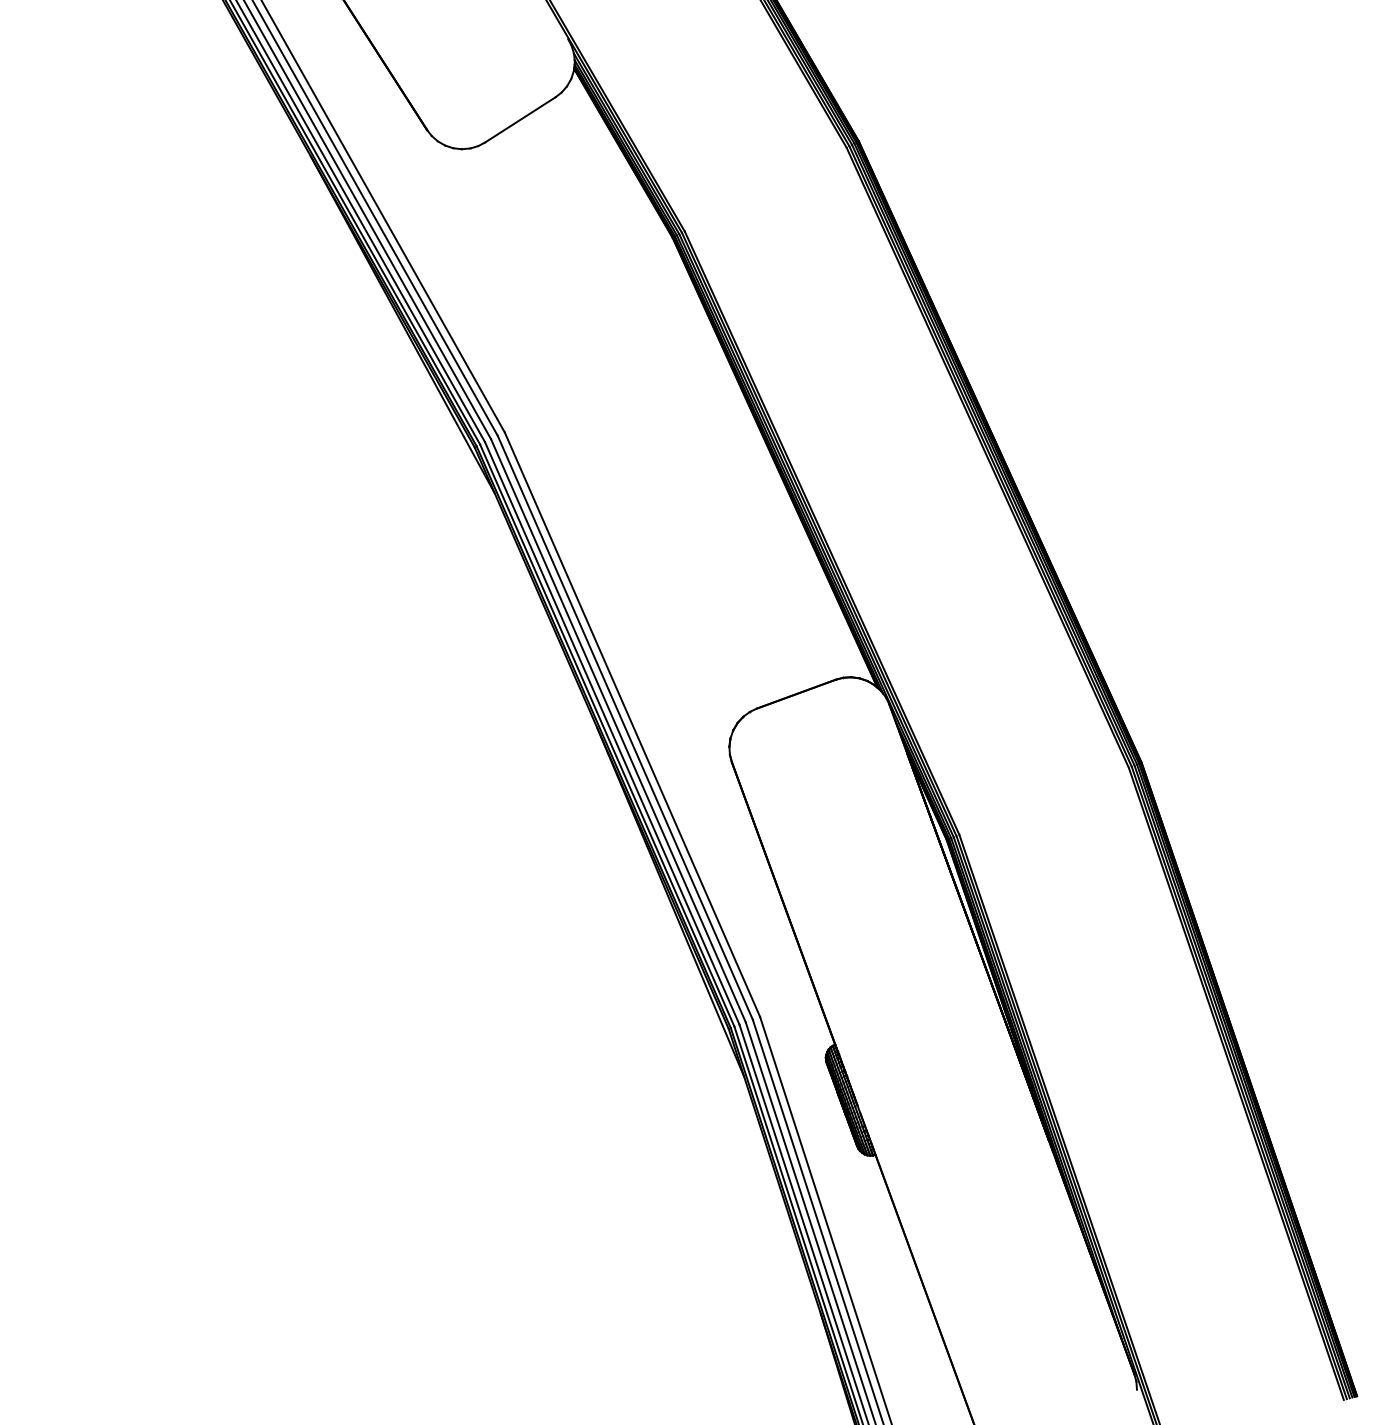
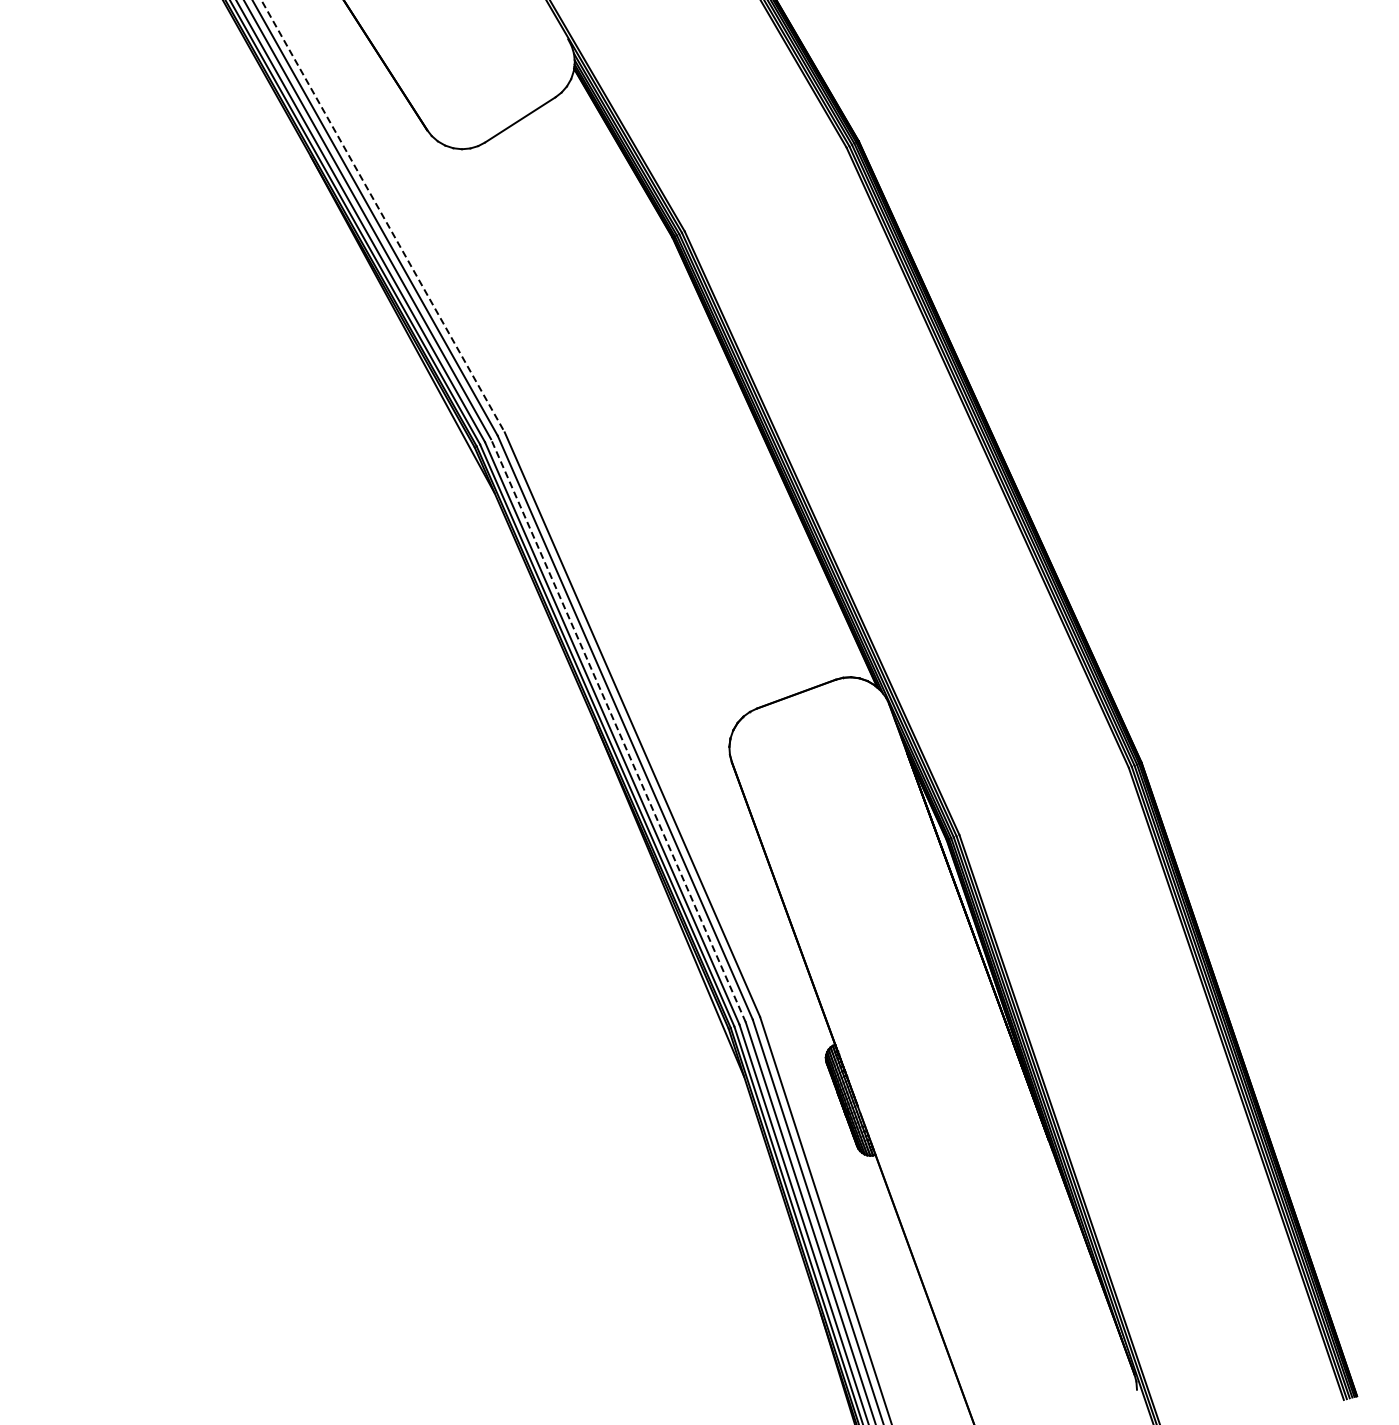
line at (383, 216): solid -> dashed
line at (618, 730): solid -> dashed
